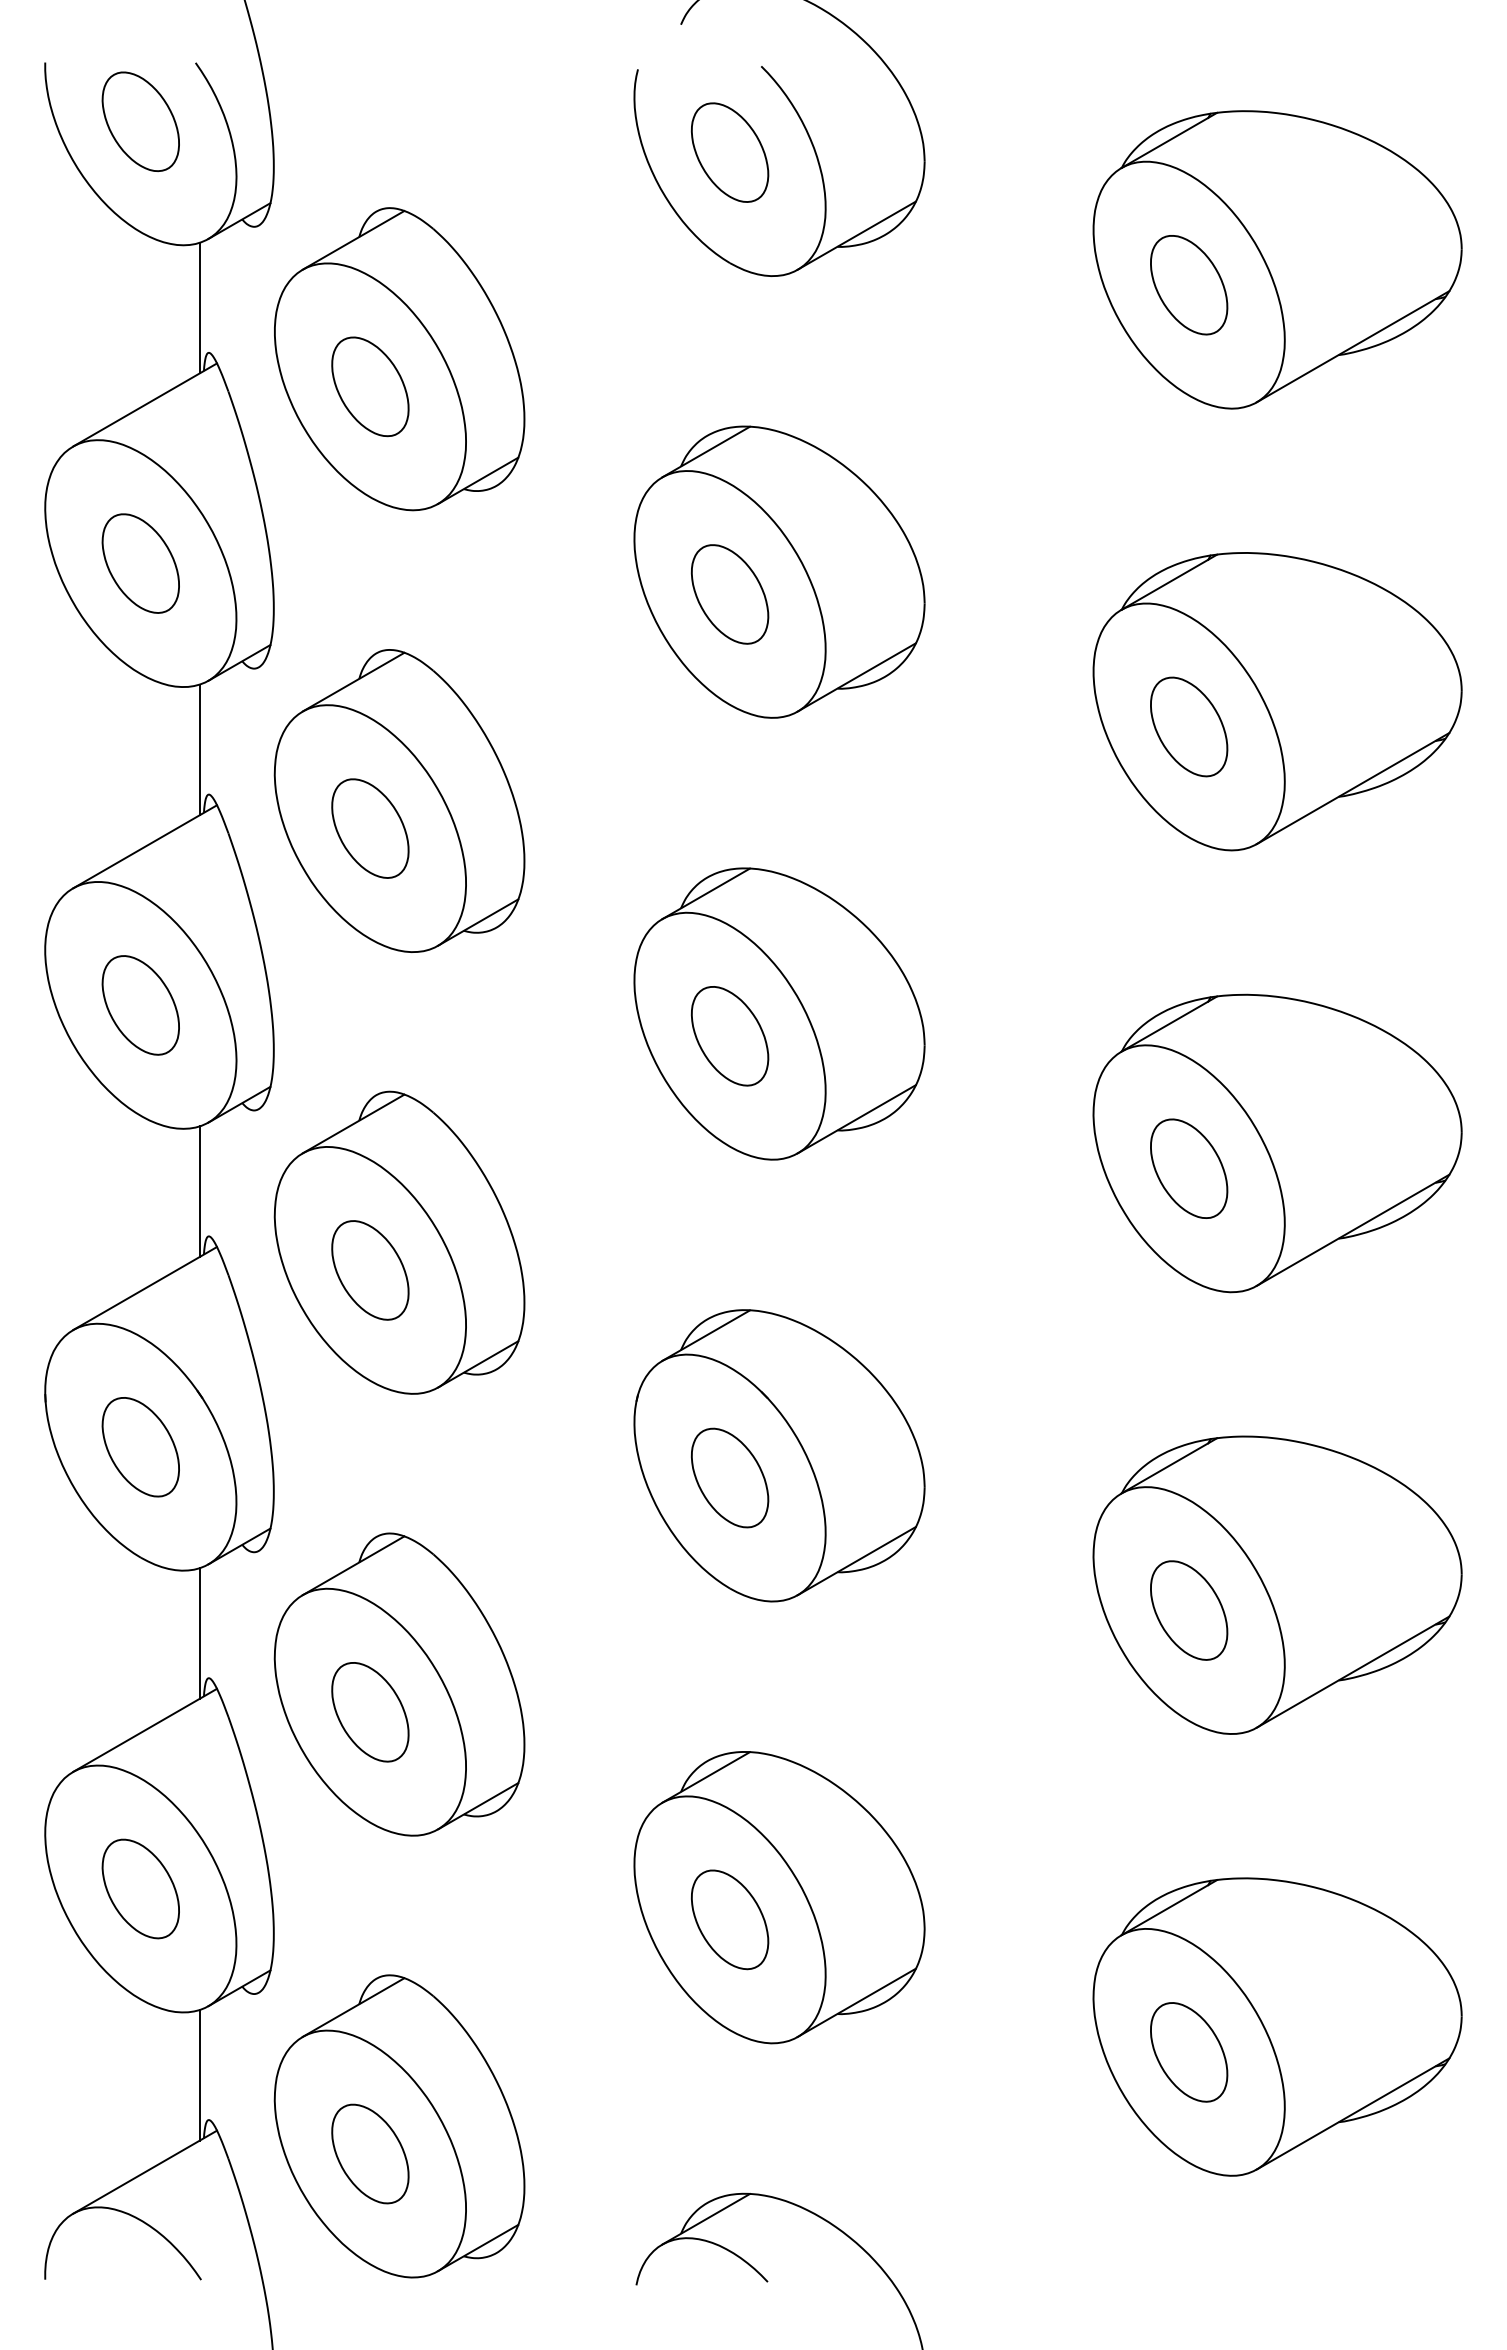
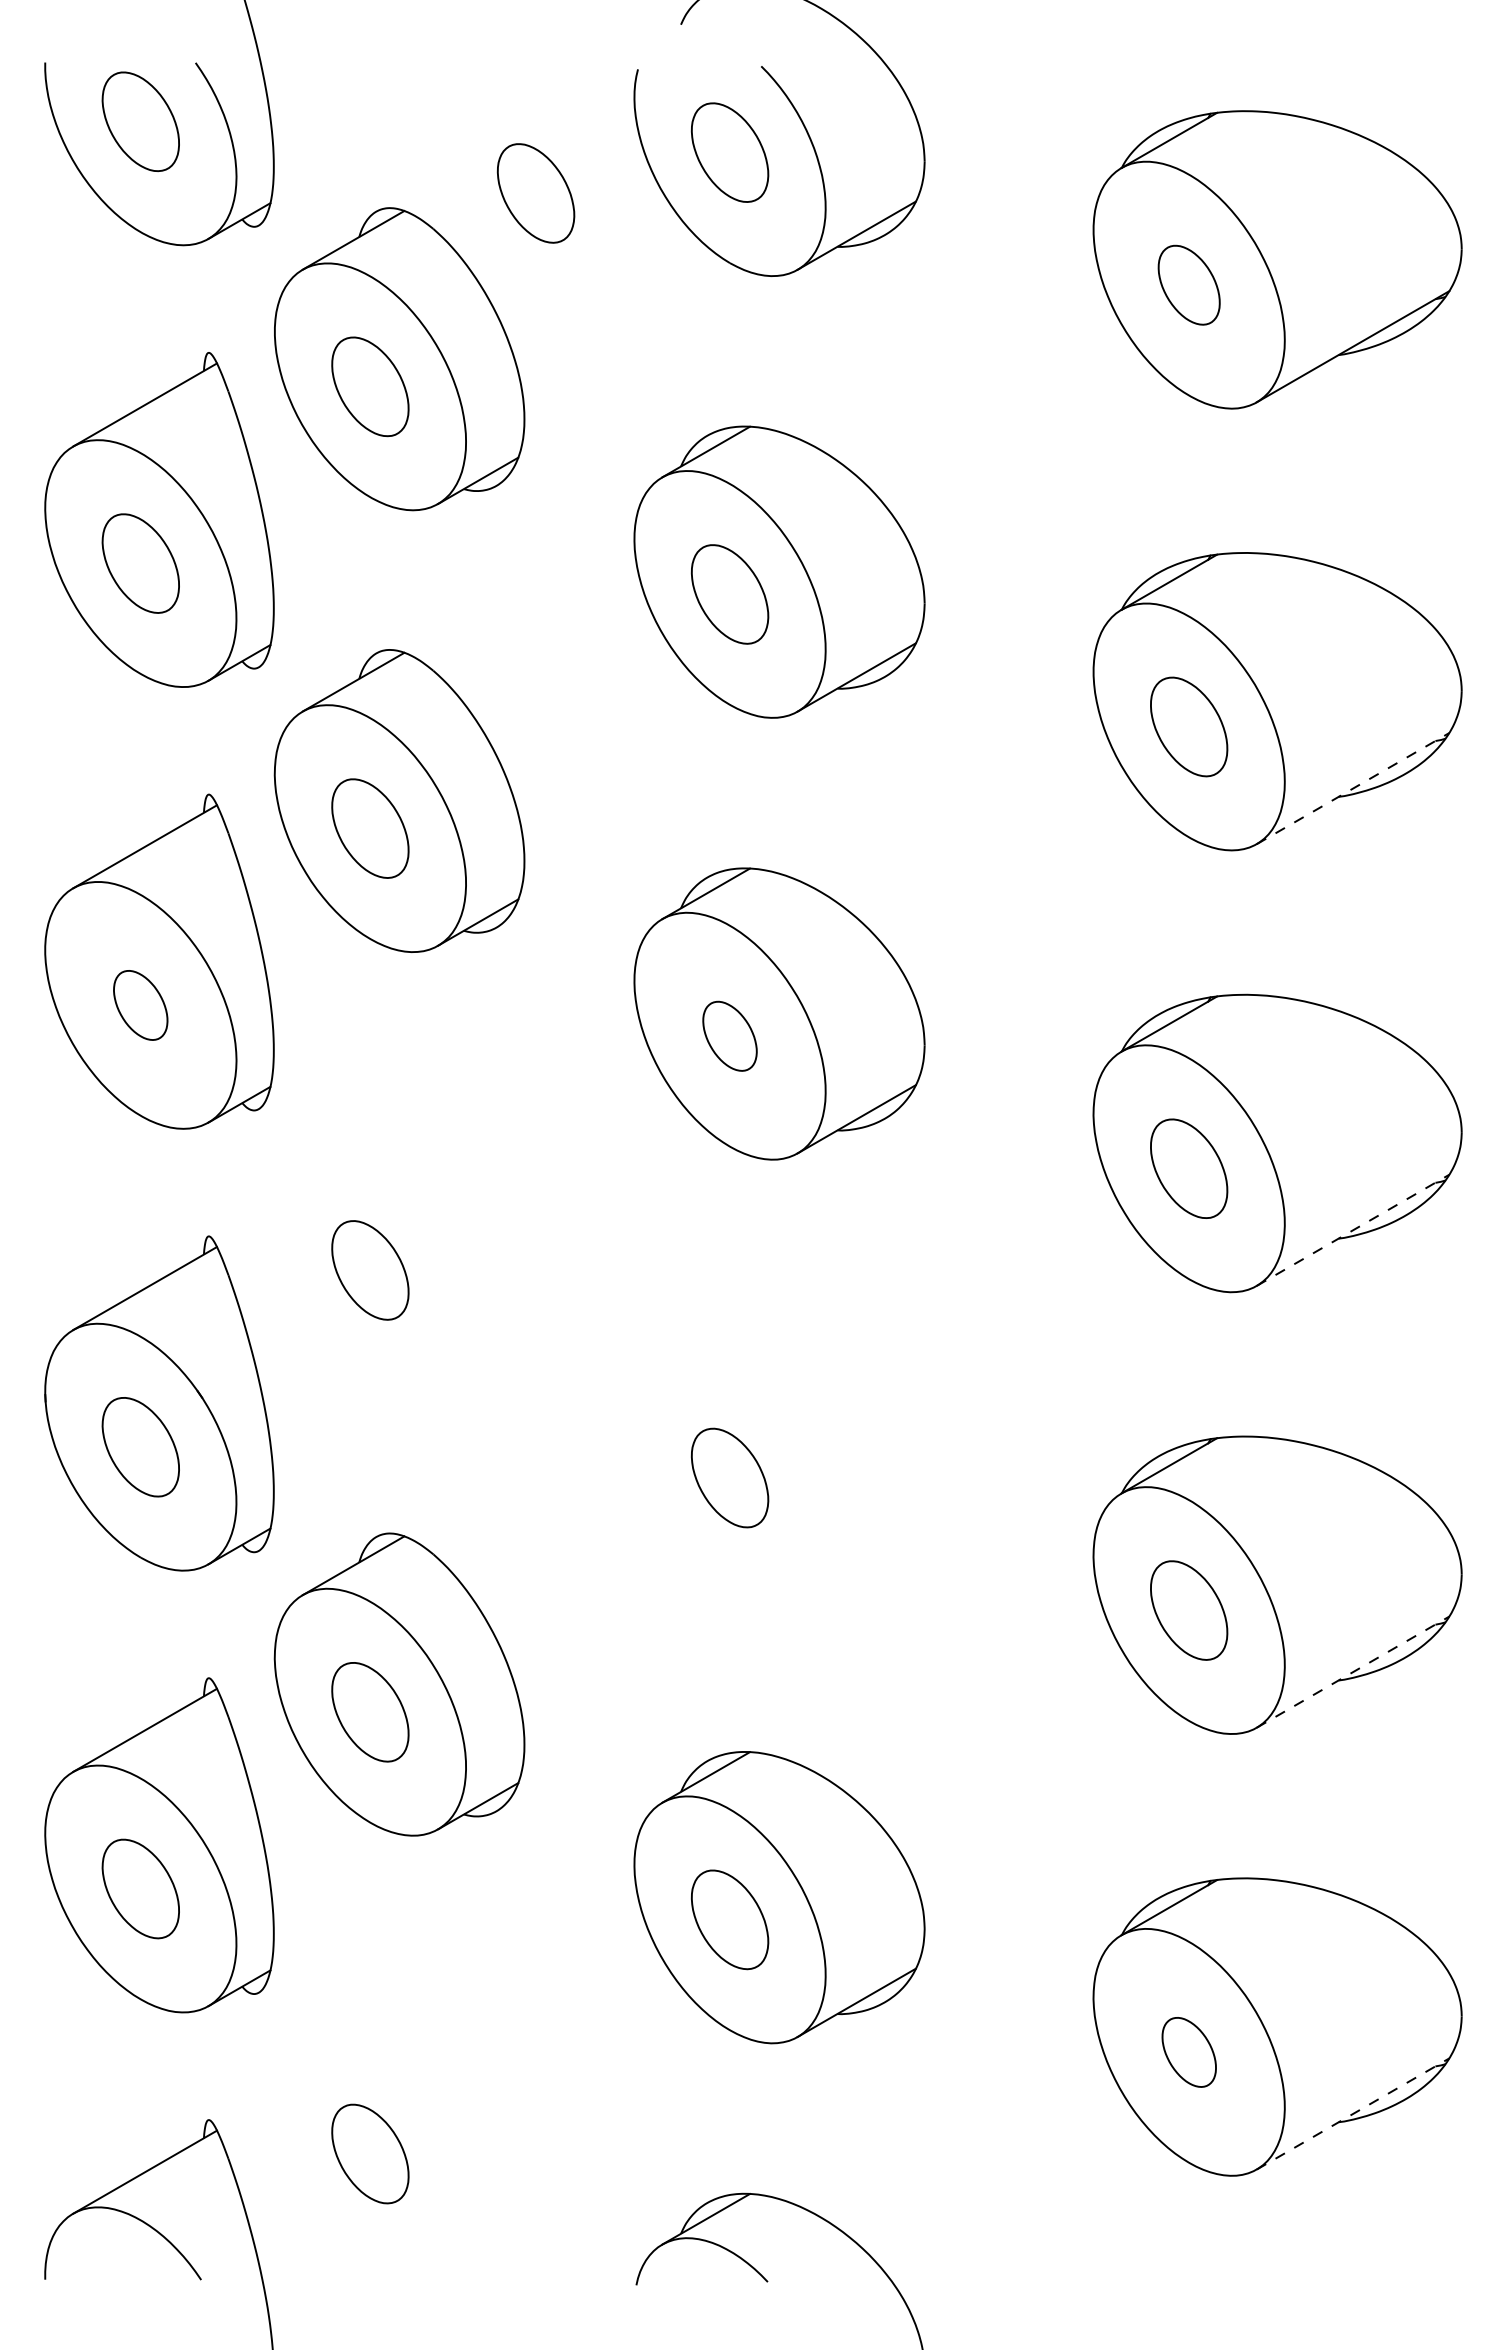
part at (535, 193): none -> present
part at (1189, 285) size: 79x101 px -> 64x82 px
line at (199, 307): present -> none
line at (199, 749): present -> none
line at (1353, 788): solid -> dashed
part at (140, 1005) size: 79x101 px -> 56x71 px
part at (729, 1036) size: 80x101 px -> 56x72 px
line at (199, 1191): present -> none
line at (1353, 1230): solid -> dashed
part at (399, 1242): present -> none
part at (779, 1455): present -> none
line at (199, 1633): present -> none
line at (1353, 1671): solid -> dashed
part at (1189, 2052) size: 79x101 px -> 56x71 px
line at (199, 2074): present -> none
line at (1353, 2113): solid -> dashed
part at (399, 2126): present -> none
